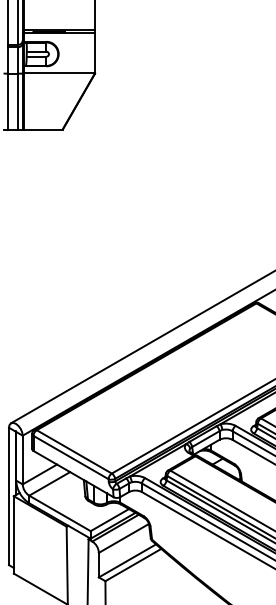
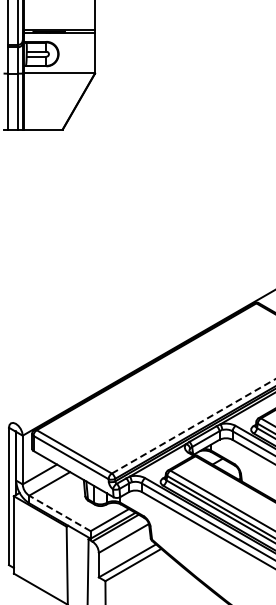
line at (141, 347): present -> none
line at (194, 426): solid -> dashed
line at (59, 513): solid -> dashed
